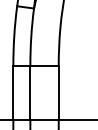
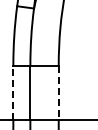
line at (13, 92): solid -> dashed
line at (58, 92): solid -> dashed
